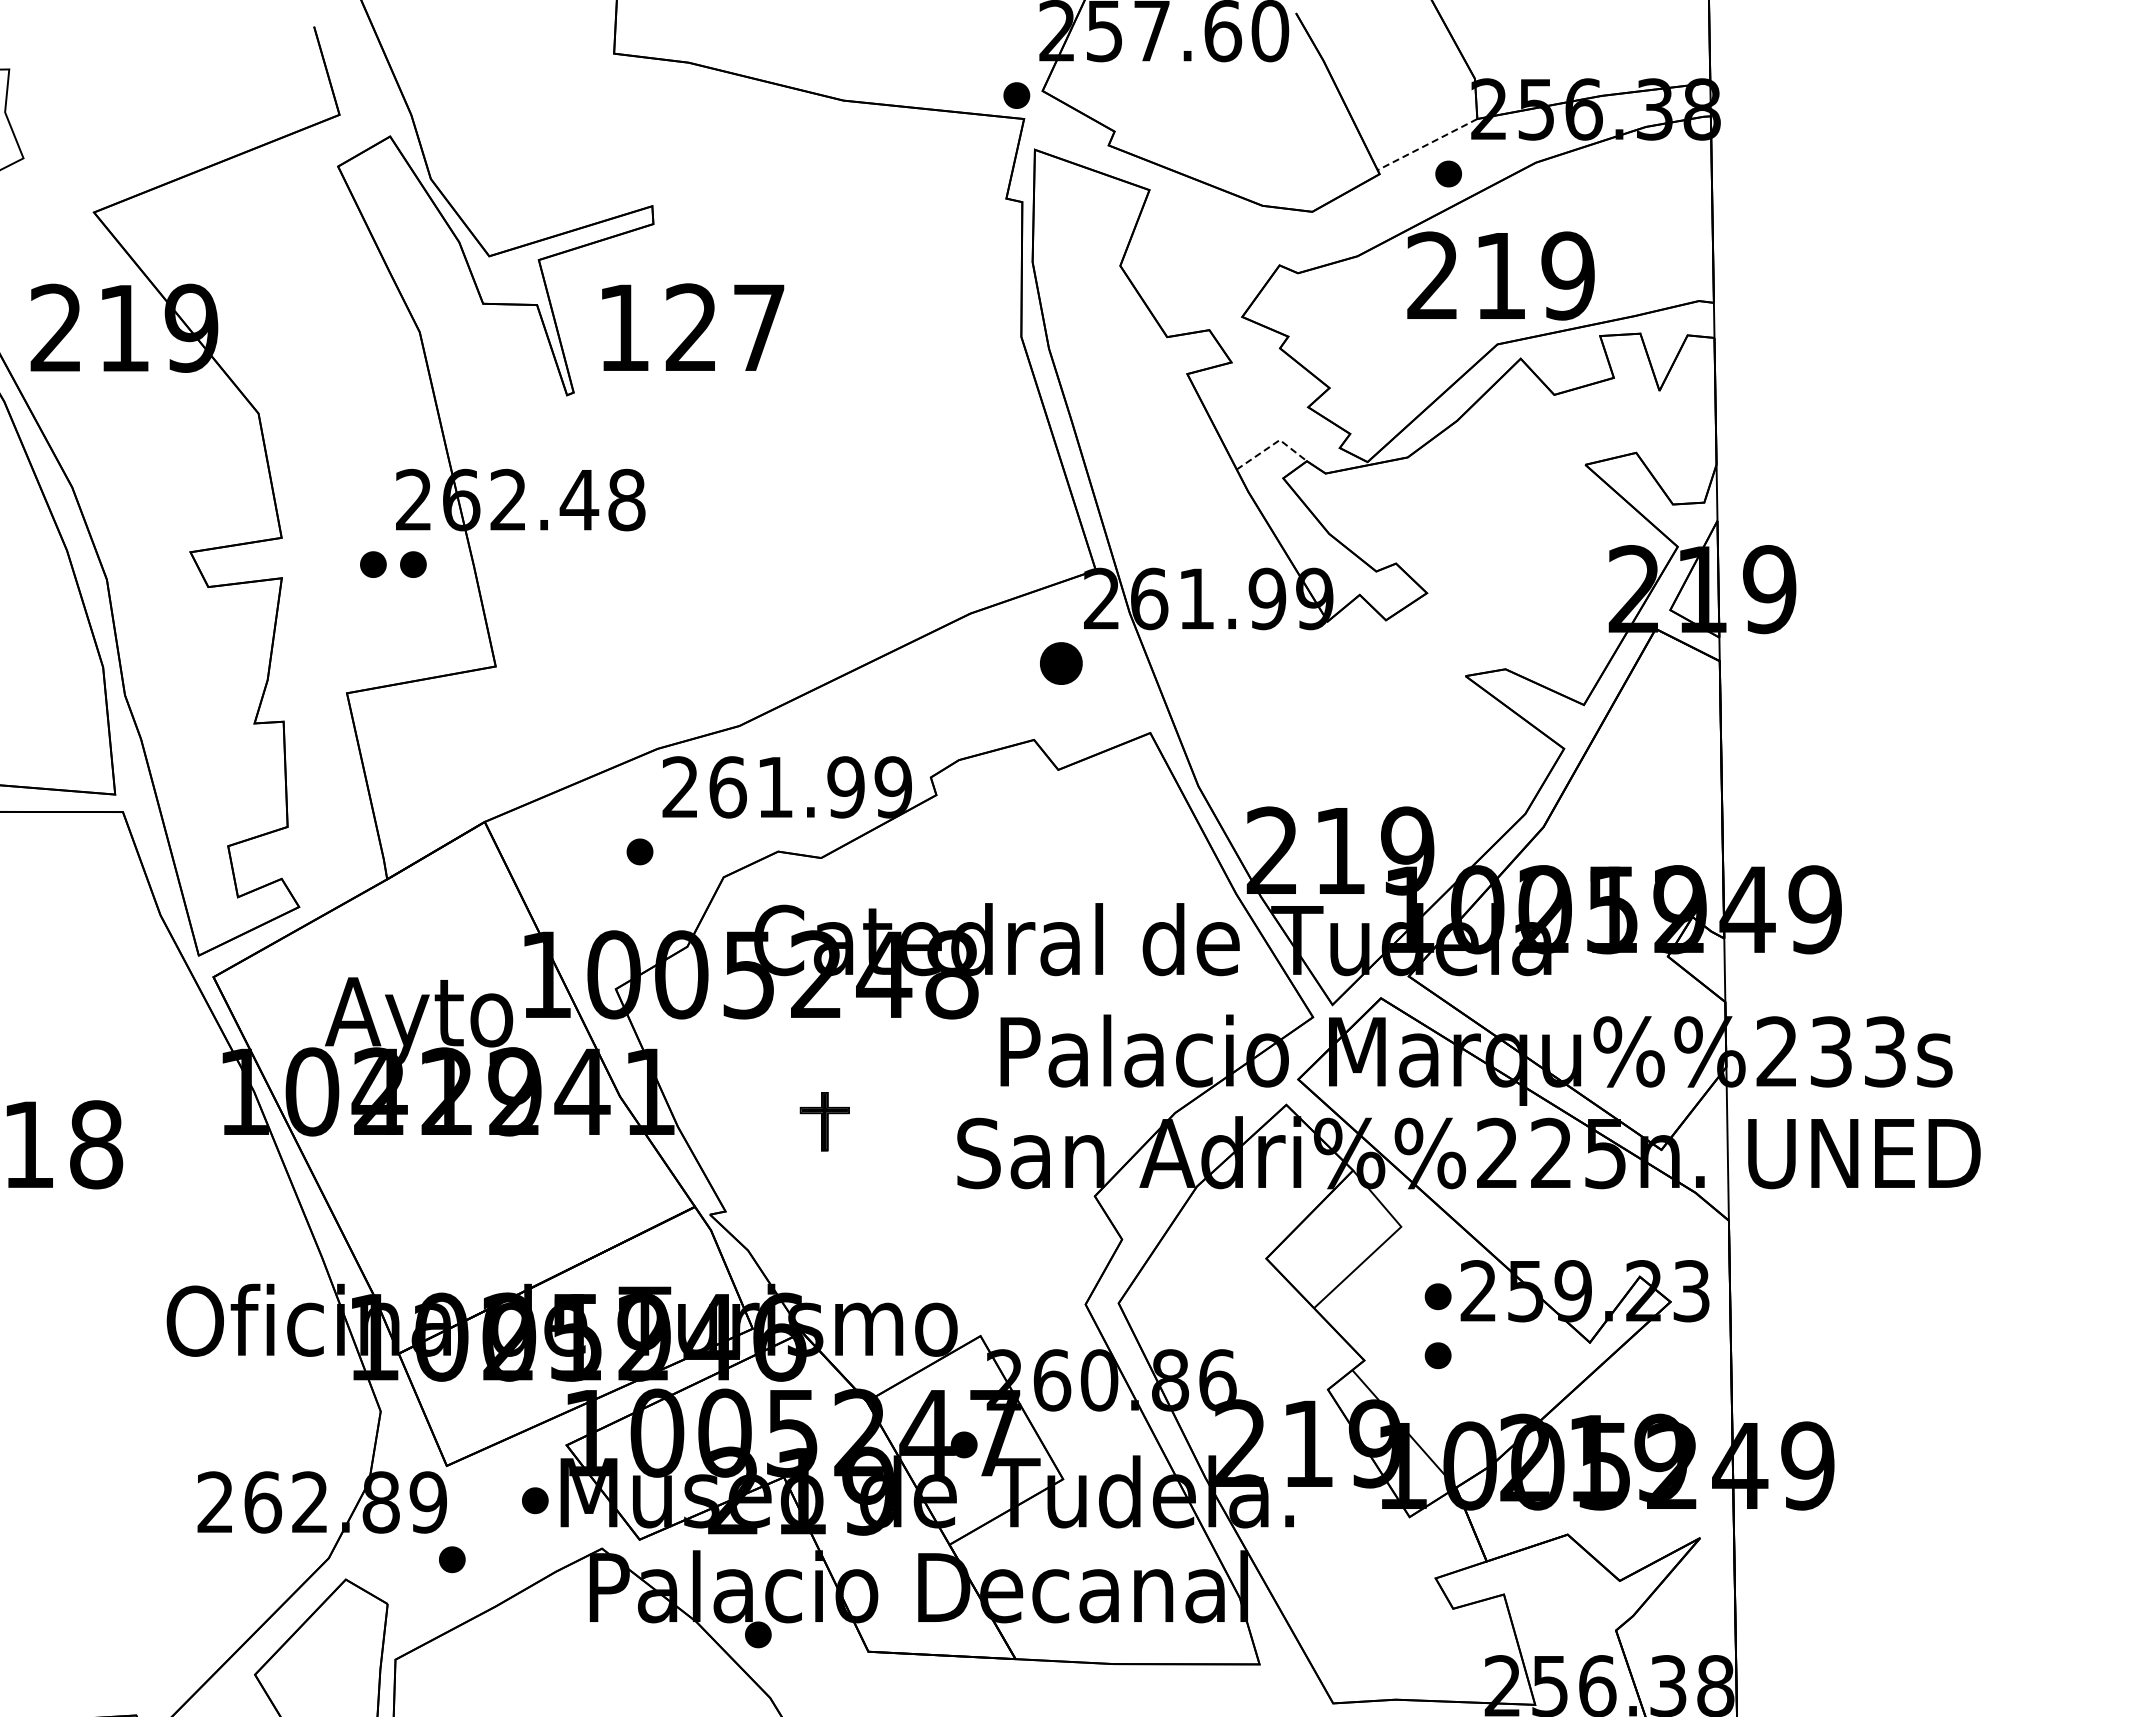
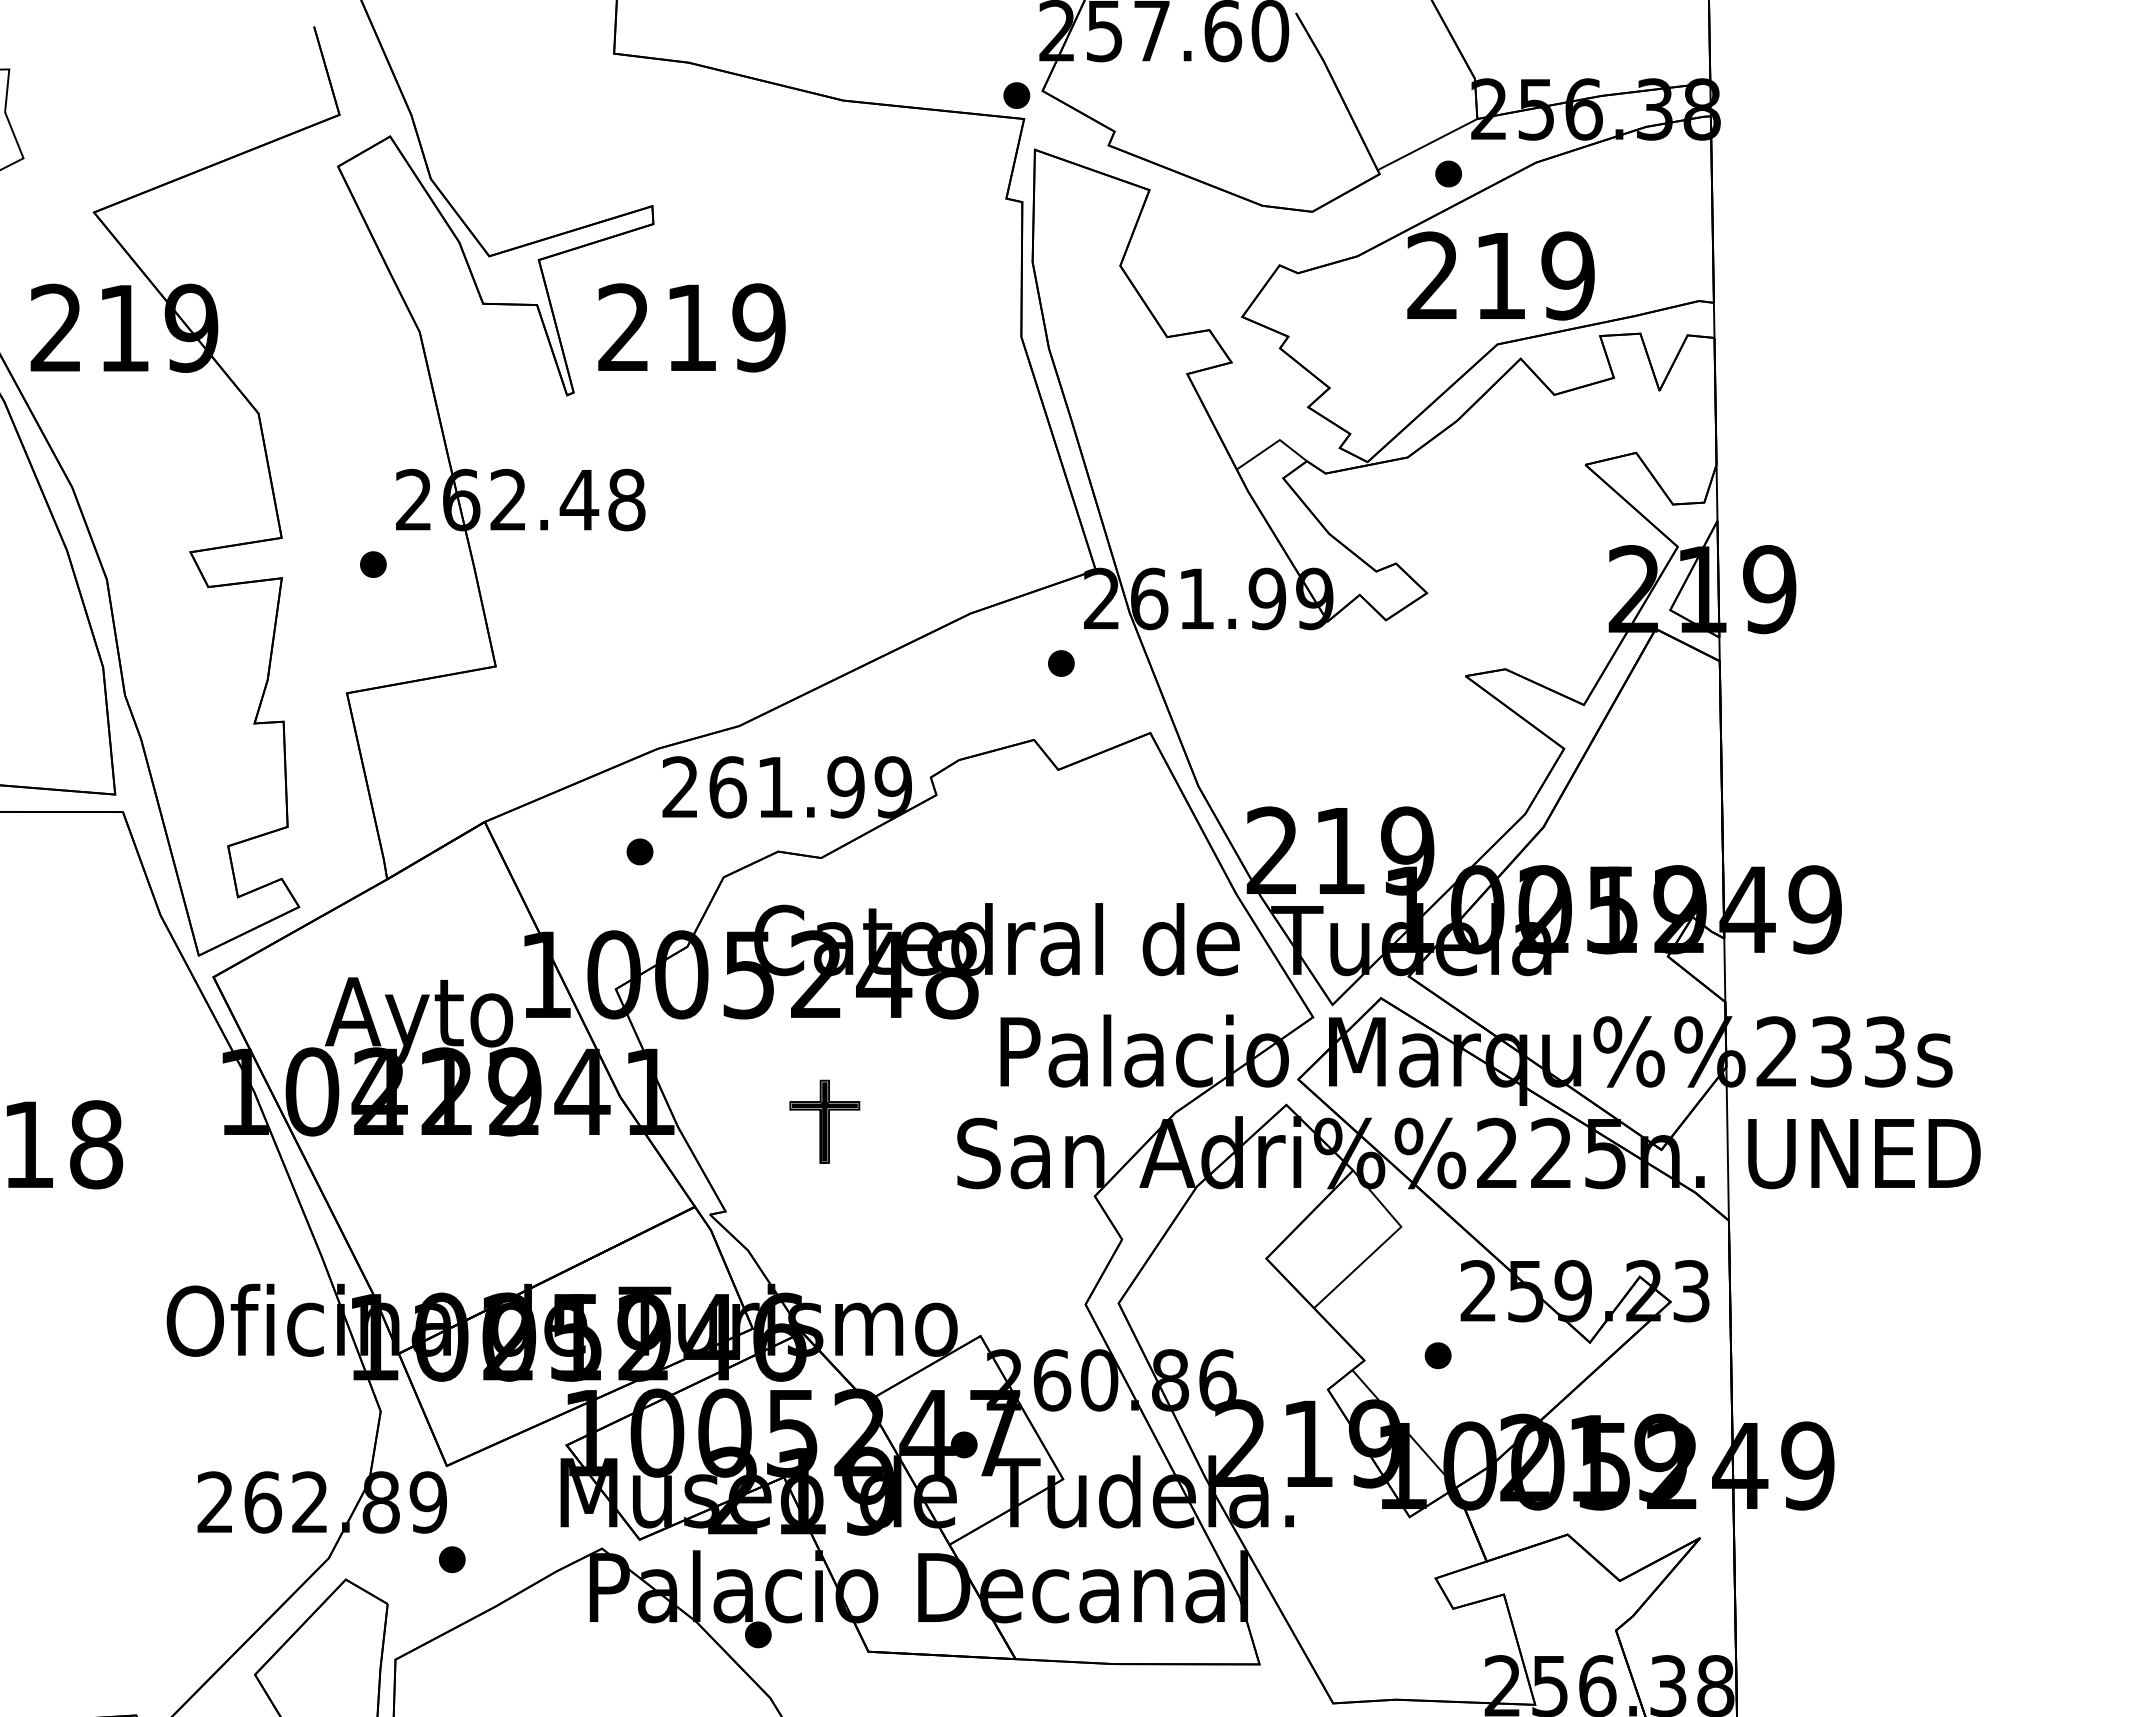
line at (1427, 144): dashed -> solid
text at (691, 327): 127 -> 219
line at (1273, 444): dashed -> solid
part at (413, 564): present -> none
part at (1061, 663) size: 43x43 px -> 27x27 px
part at (824, 1121) size: 51x60 px -> 72x85 px
part at (1437, 1296): present -> none
part at (535, 1500): present -> none
